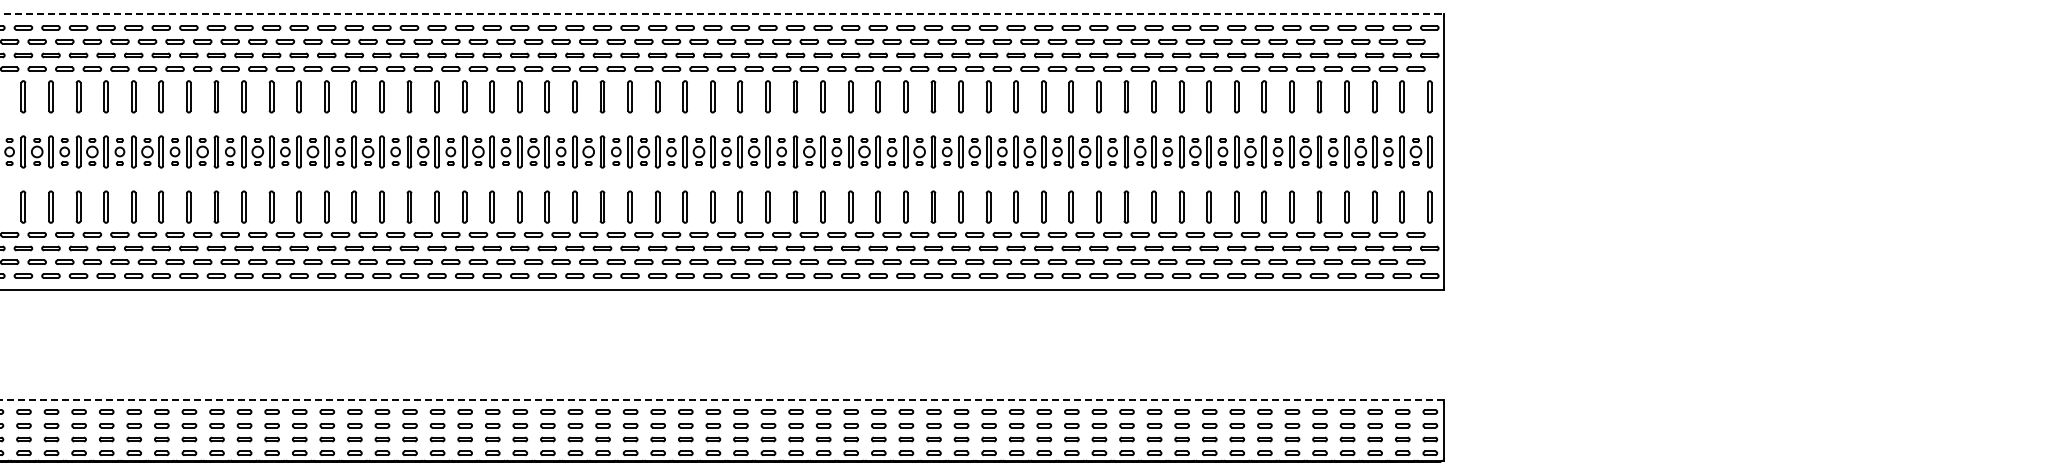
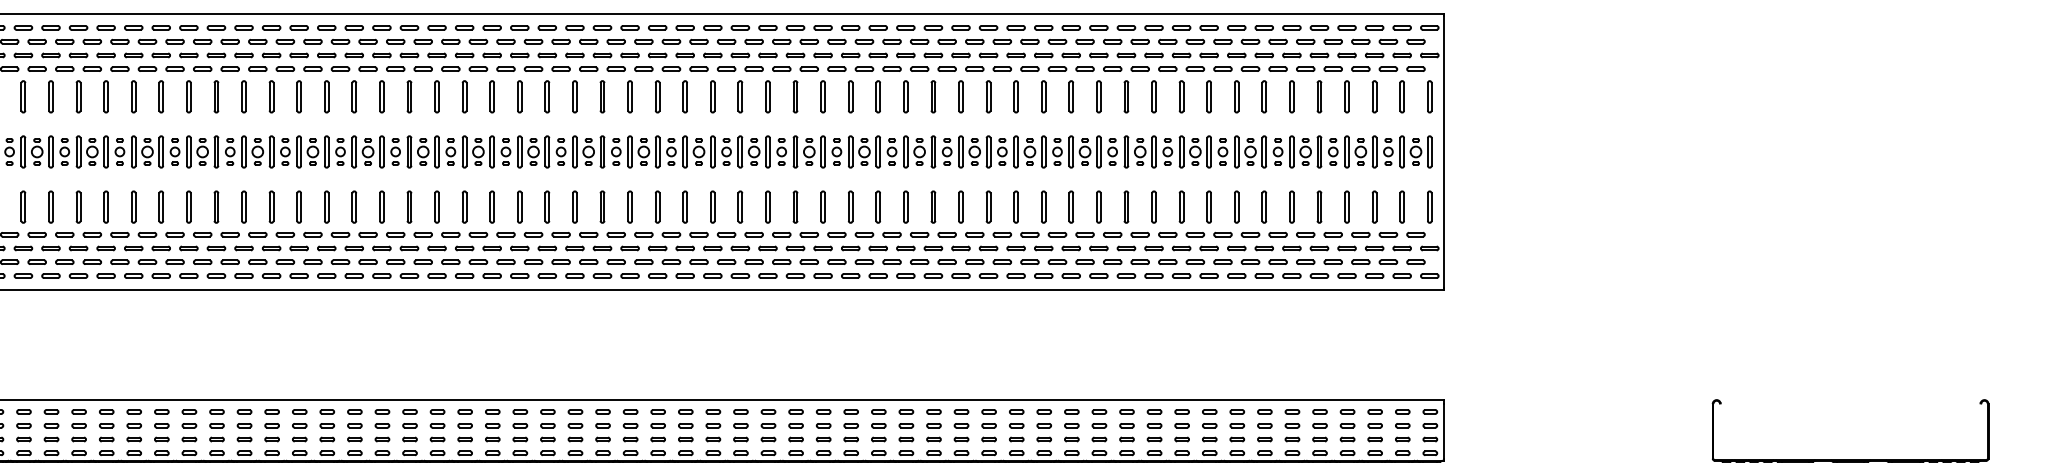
line at (722, 14): dashed -> solid
line at (721, 400): dashed -> solid
part at (1850, 459): none -> present
